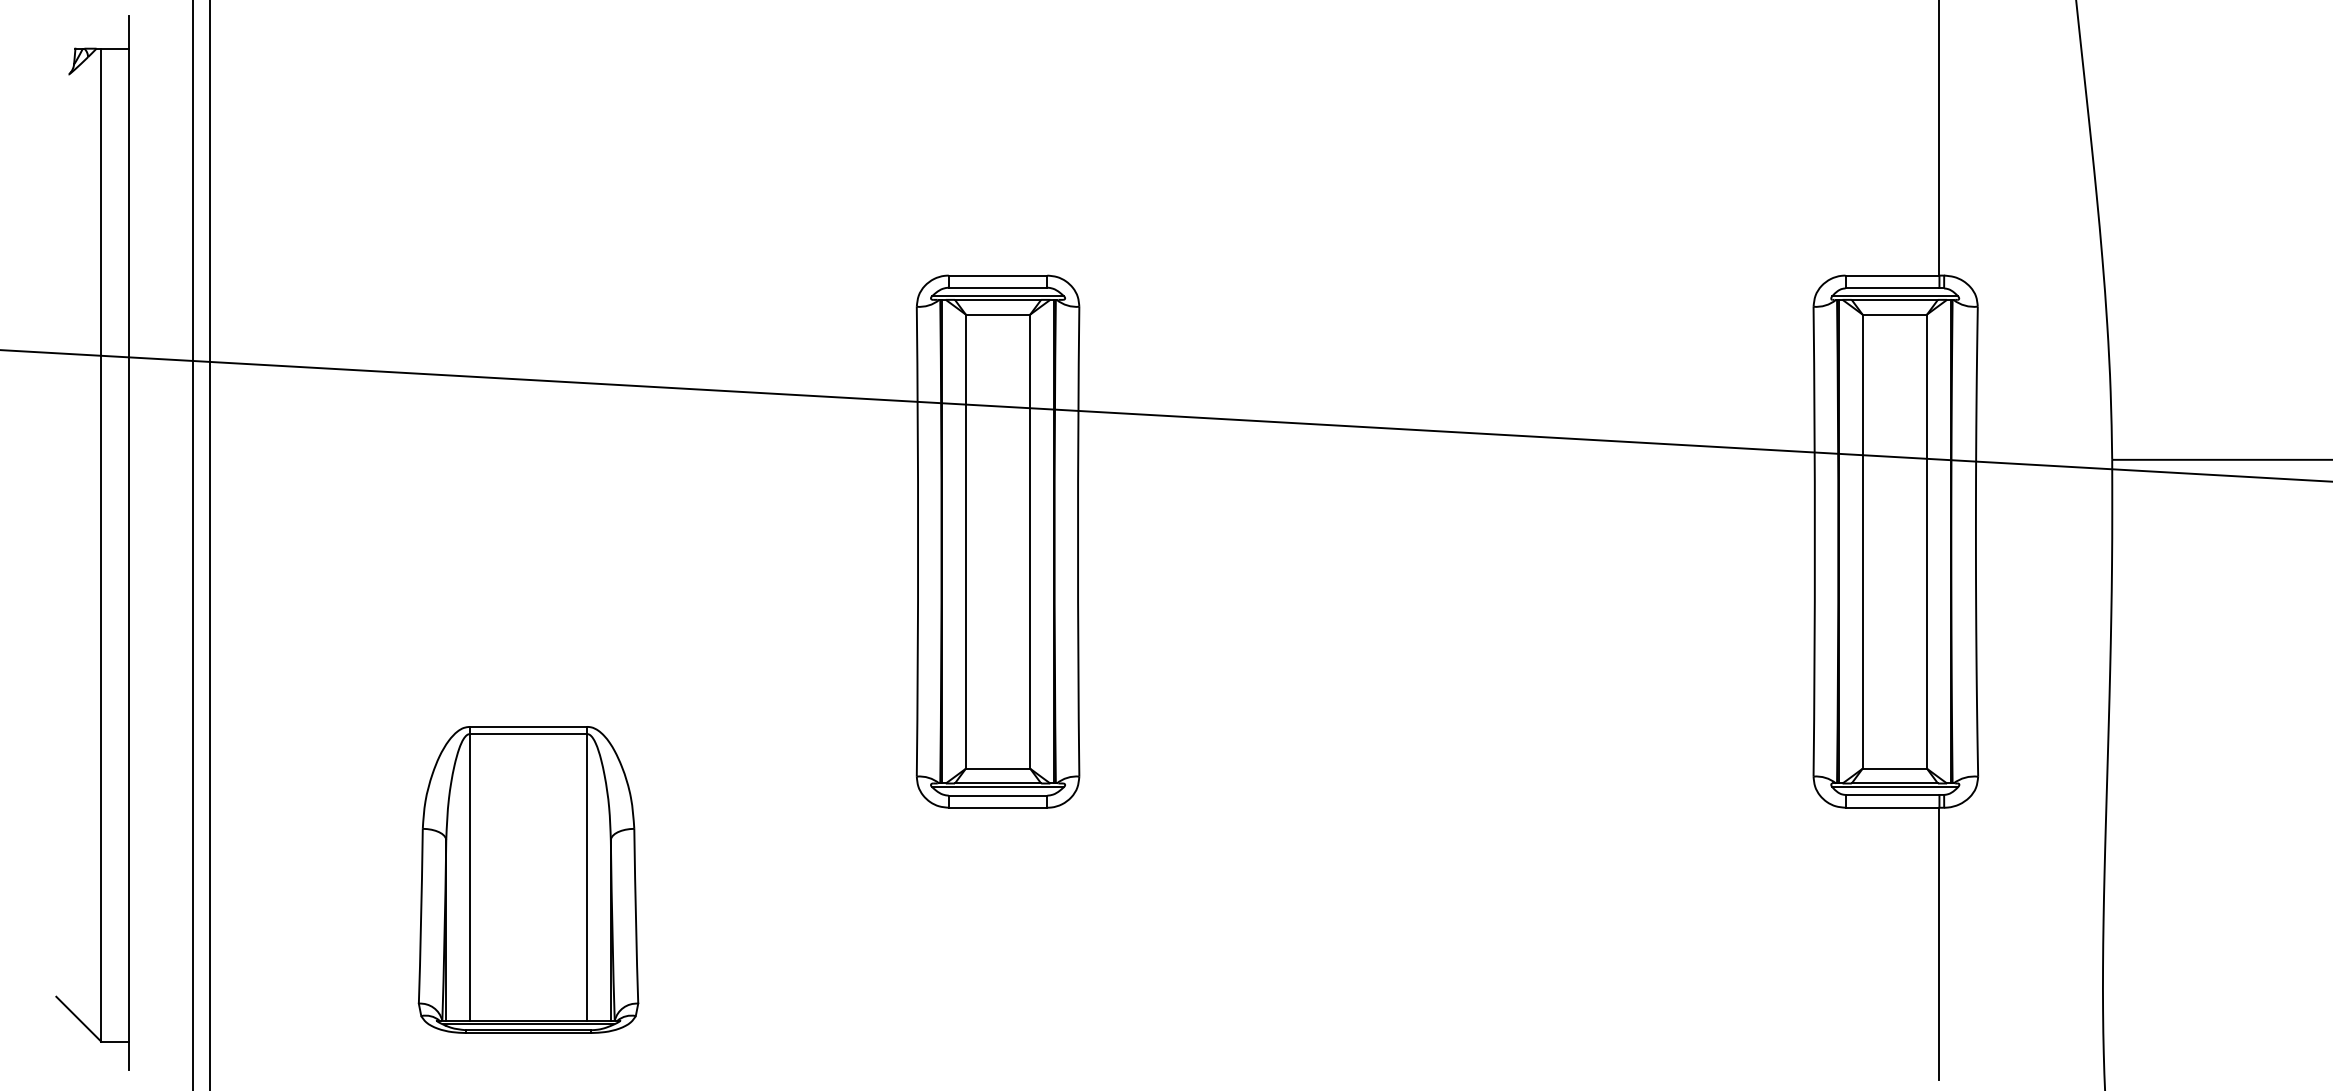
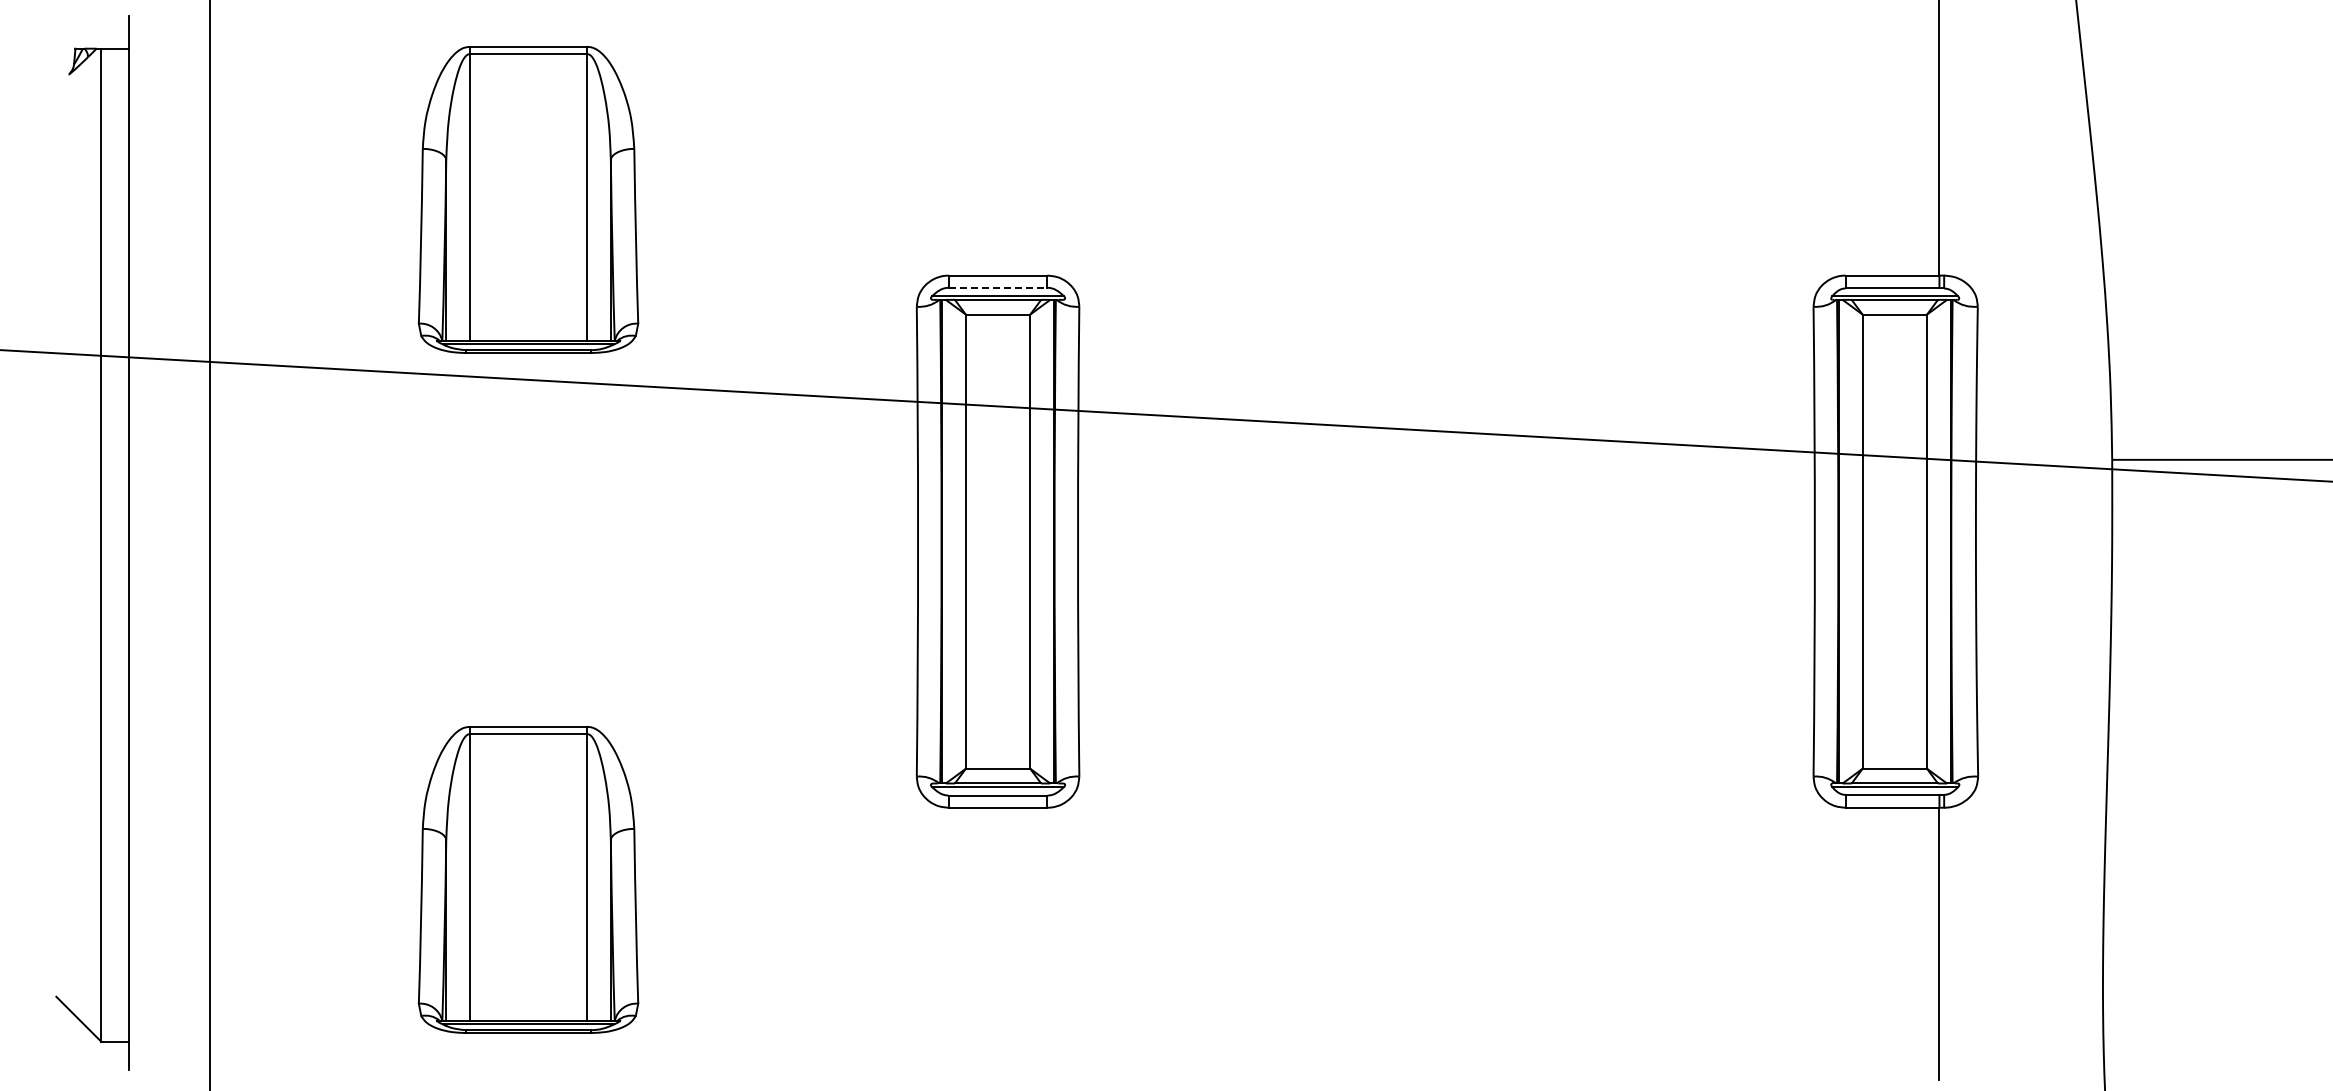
part at (528, 199): none -> present
line at (998, 287): solid -> dashed
line at (193, 544): present -> none
